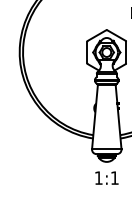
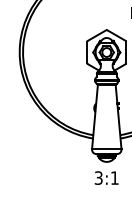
text at (98, 177): 1:1 -> 3:1
